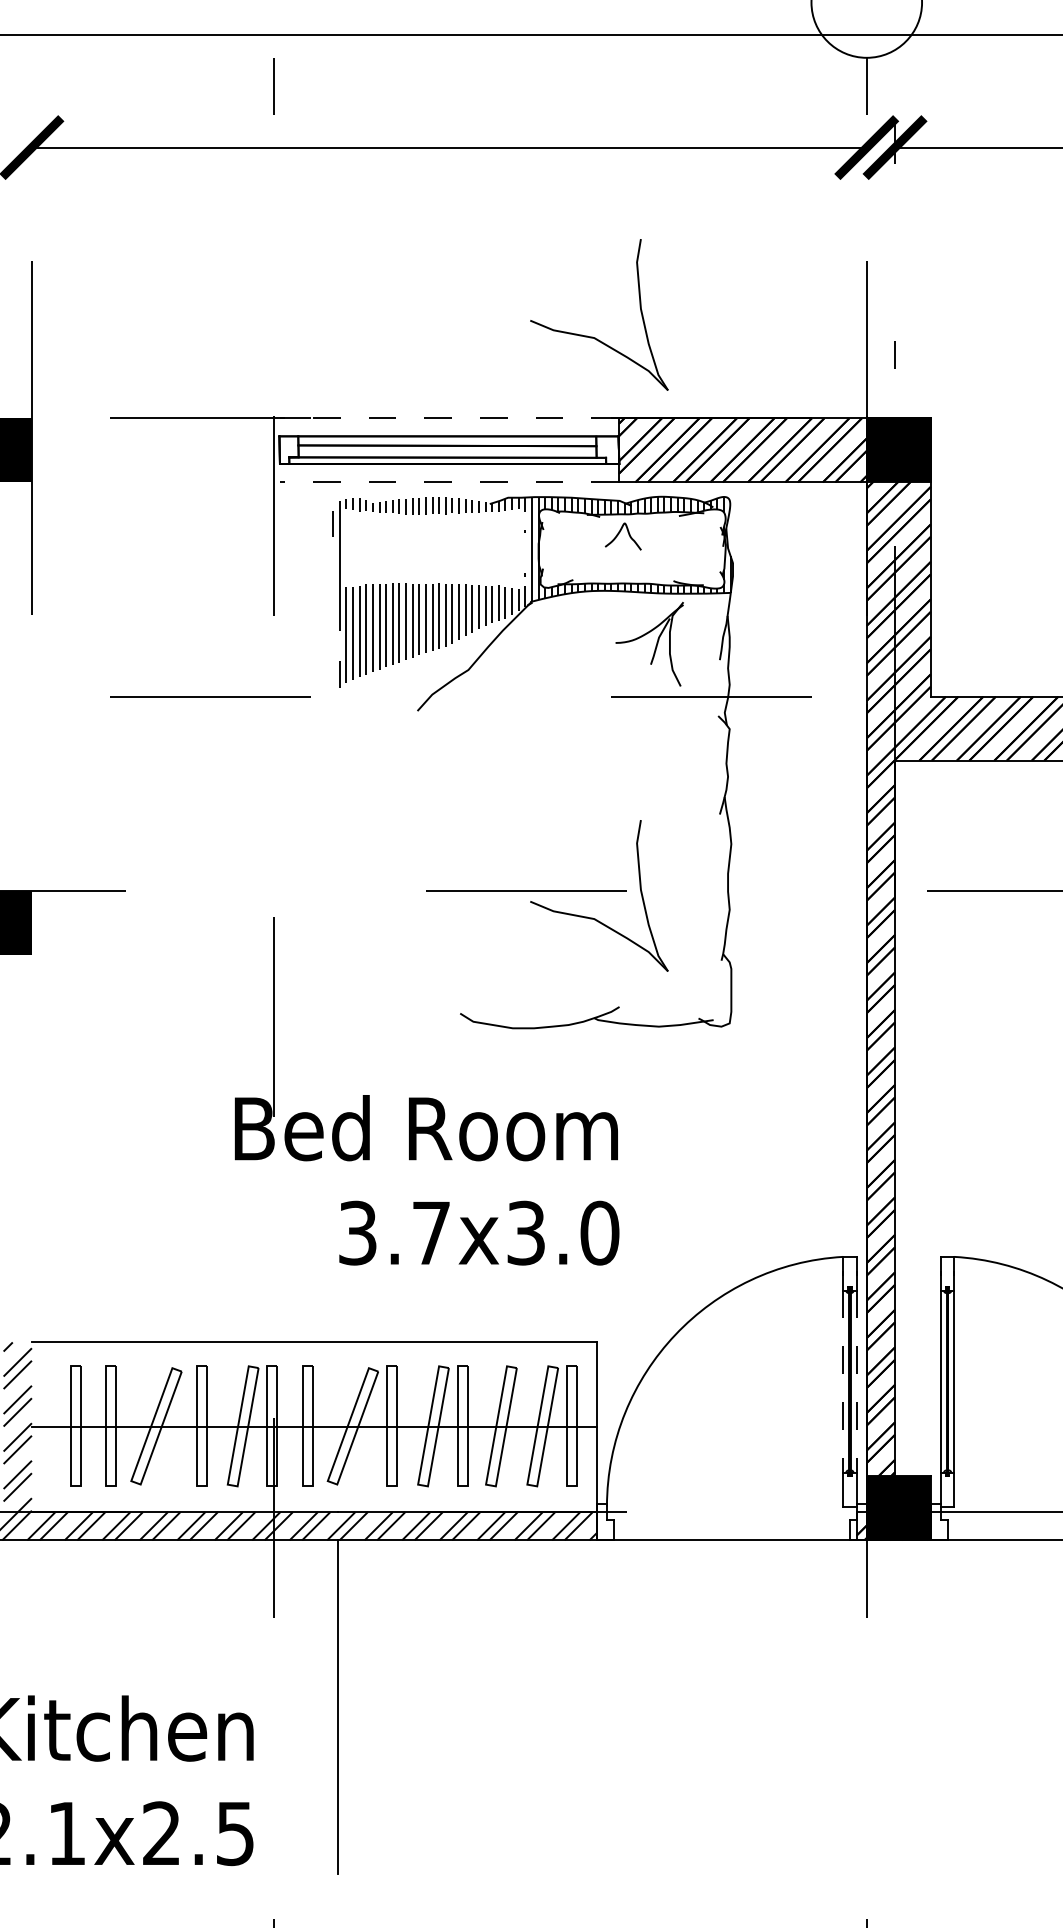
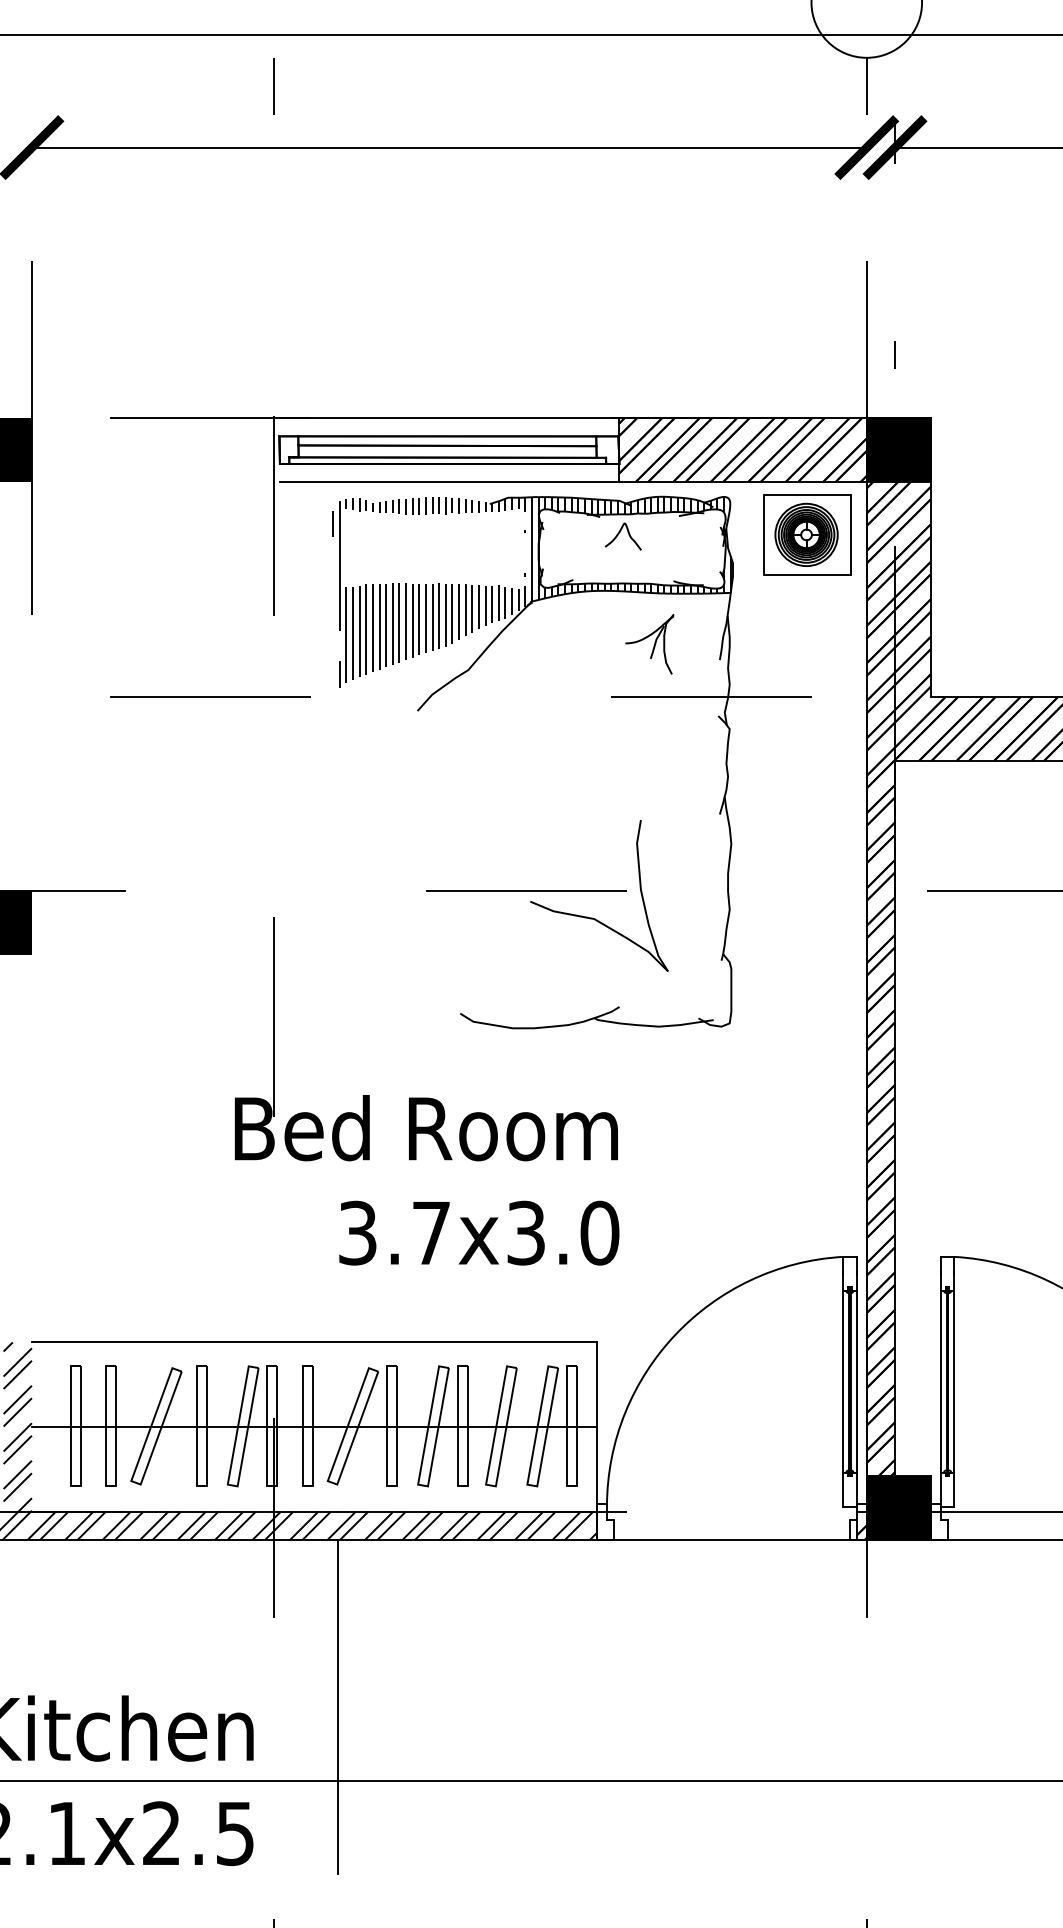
part at (592, 336): present -> none
line at (449, 418): dashed -> solid
line at (449, 482): dashed -> solid
part at (807, 534): none -> present
part at (649, 643) size: 69x86 px -> 50x61 px
line at (843, 1382): dashed -> solid
line at (856, 1382): dashed -> solid
line at (530, 1780): none -> present
